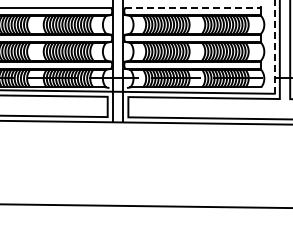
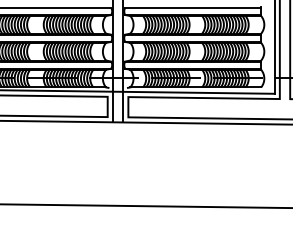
line at (193, 7): dashed -> solid
line at (274, 47): dashed -> solid
